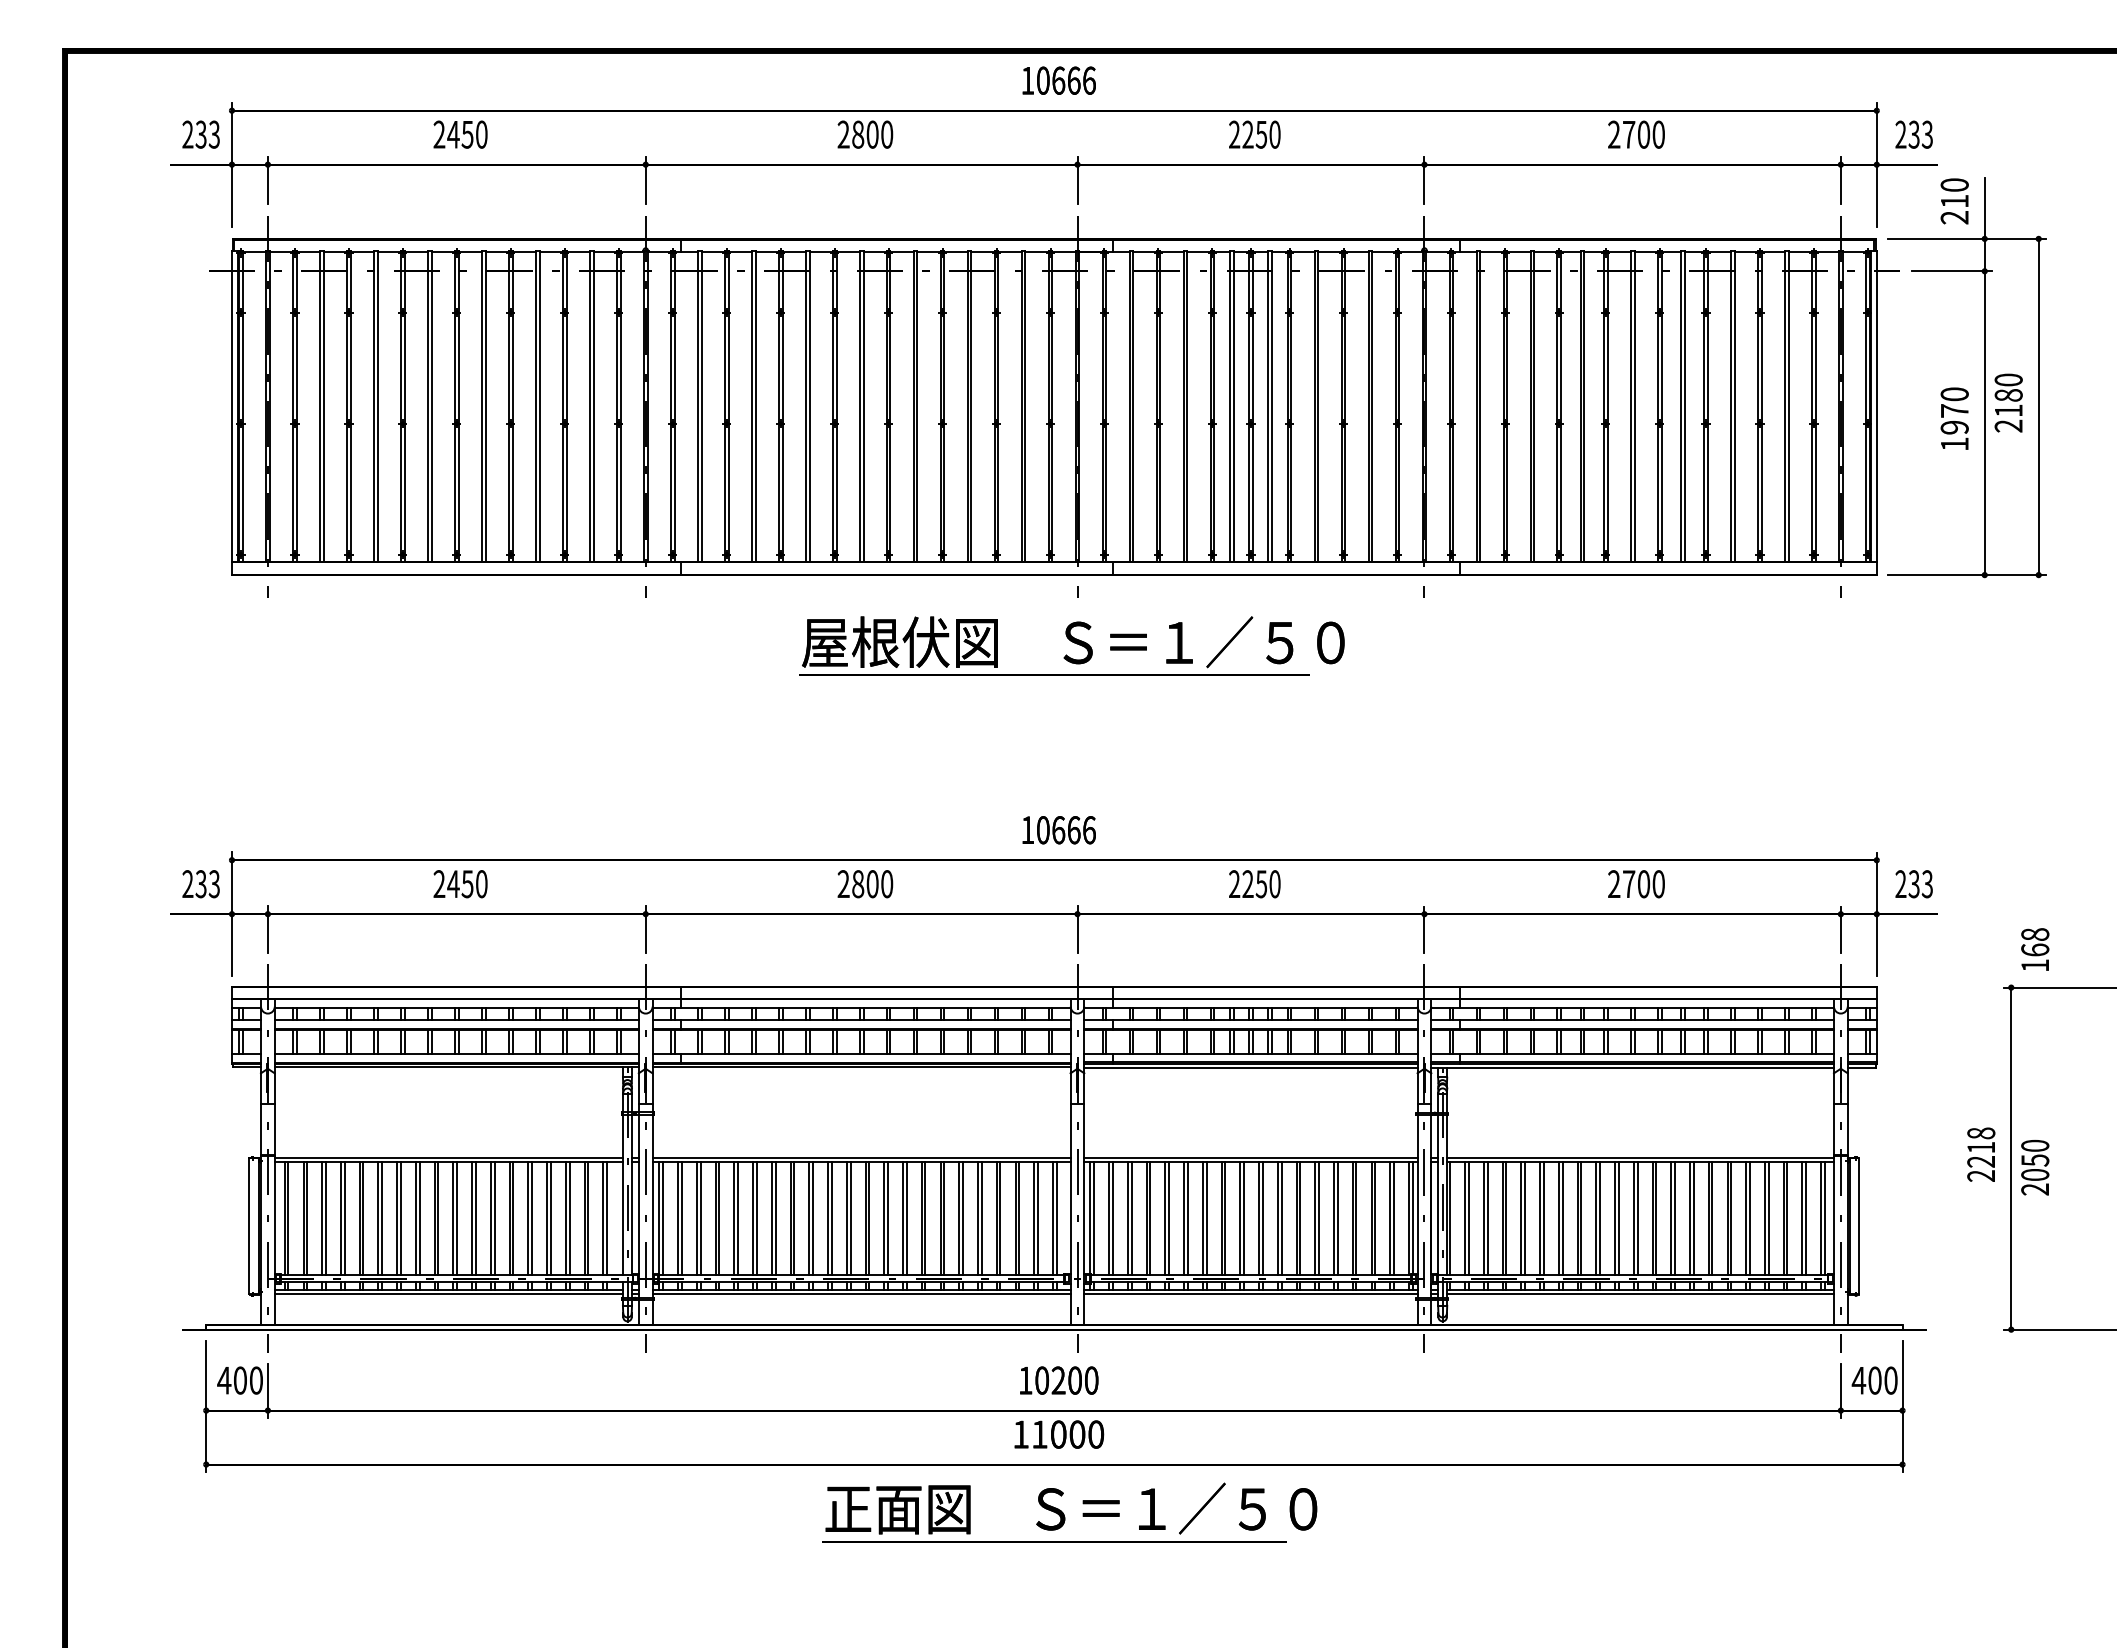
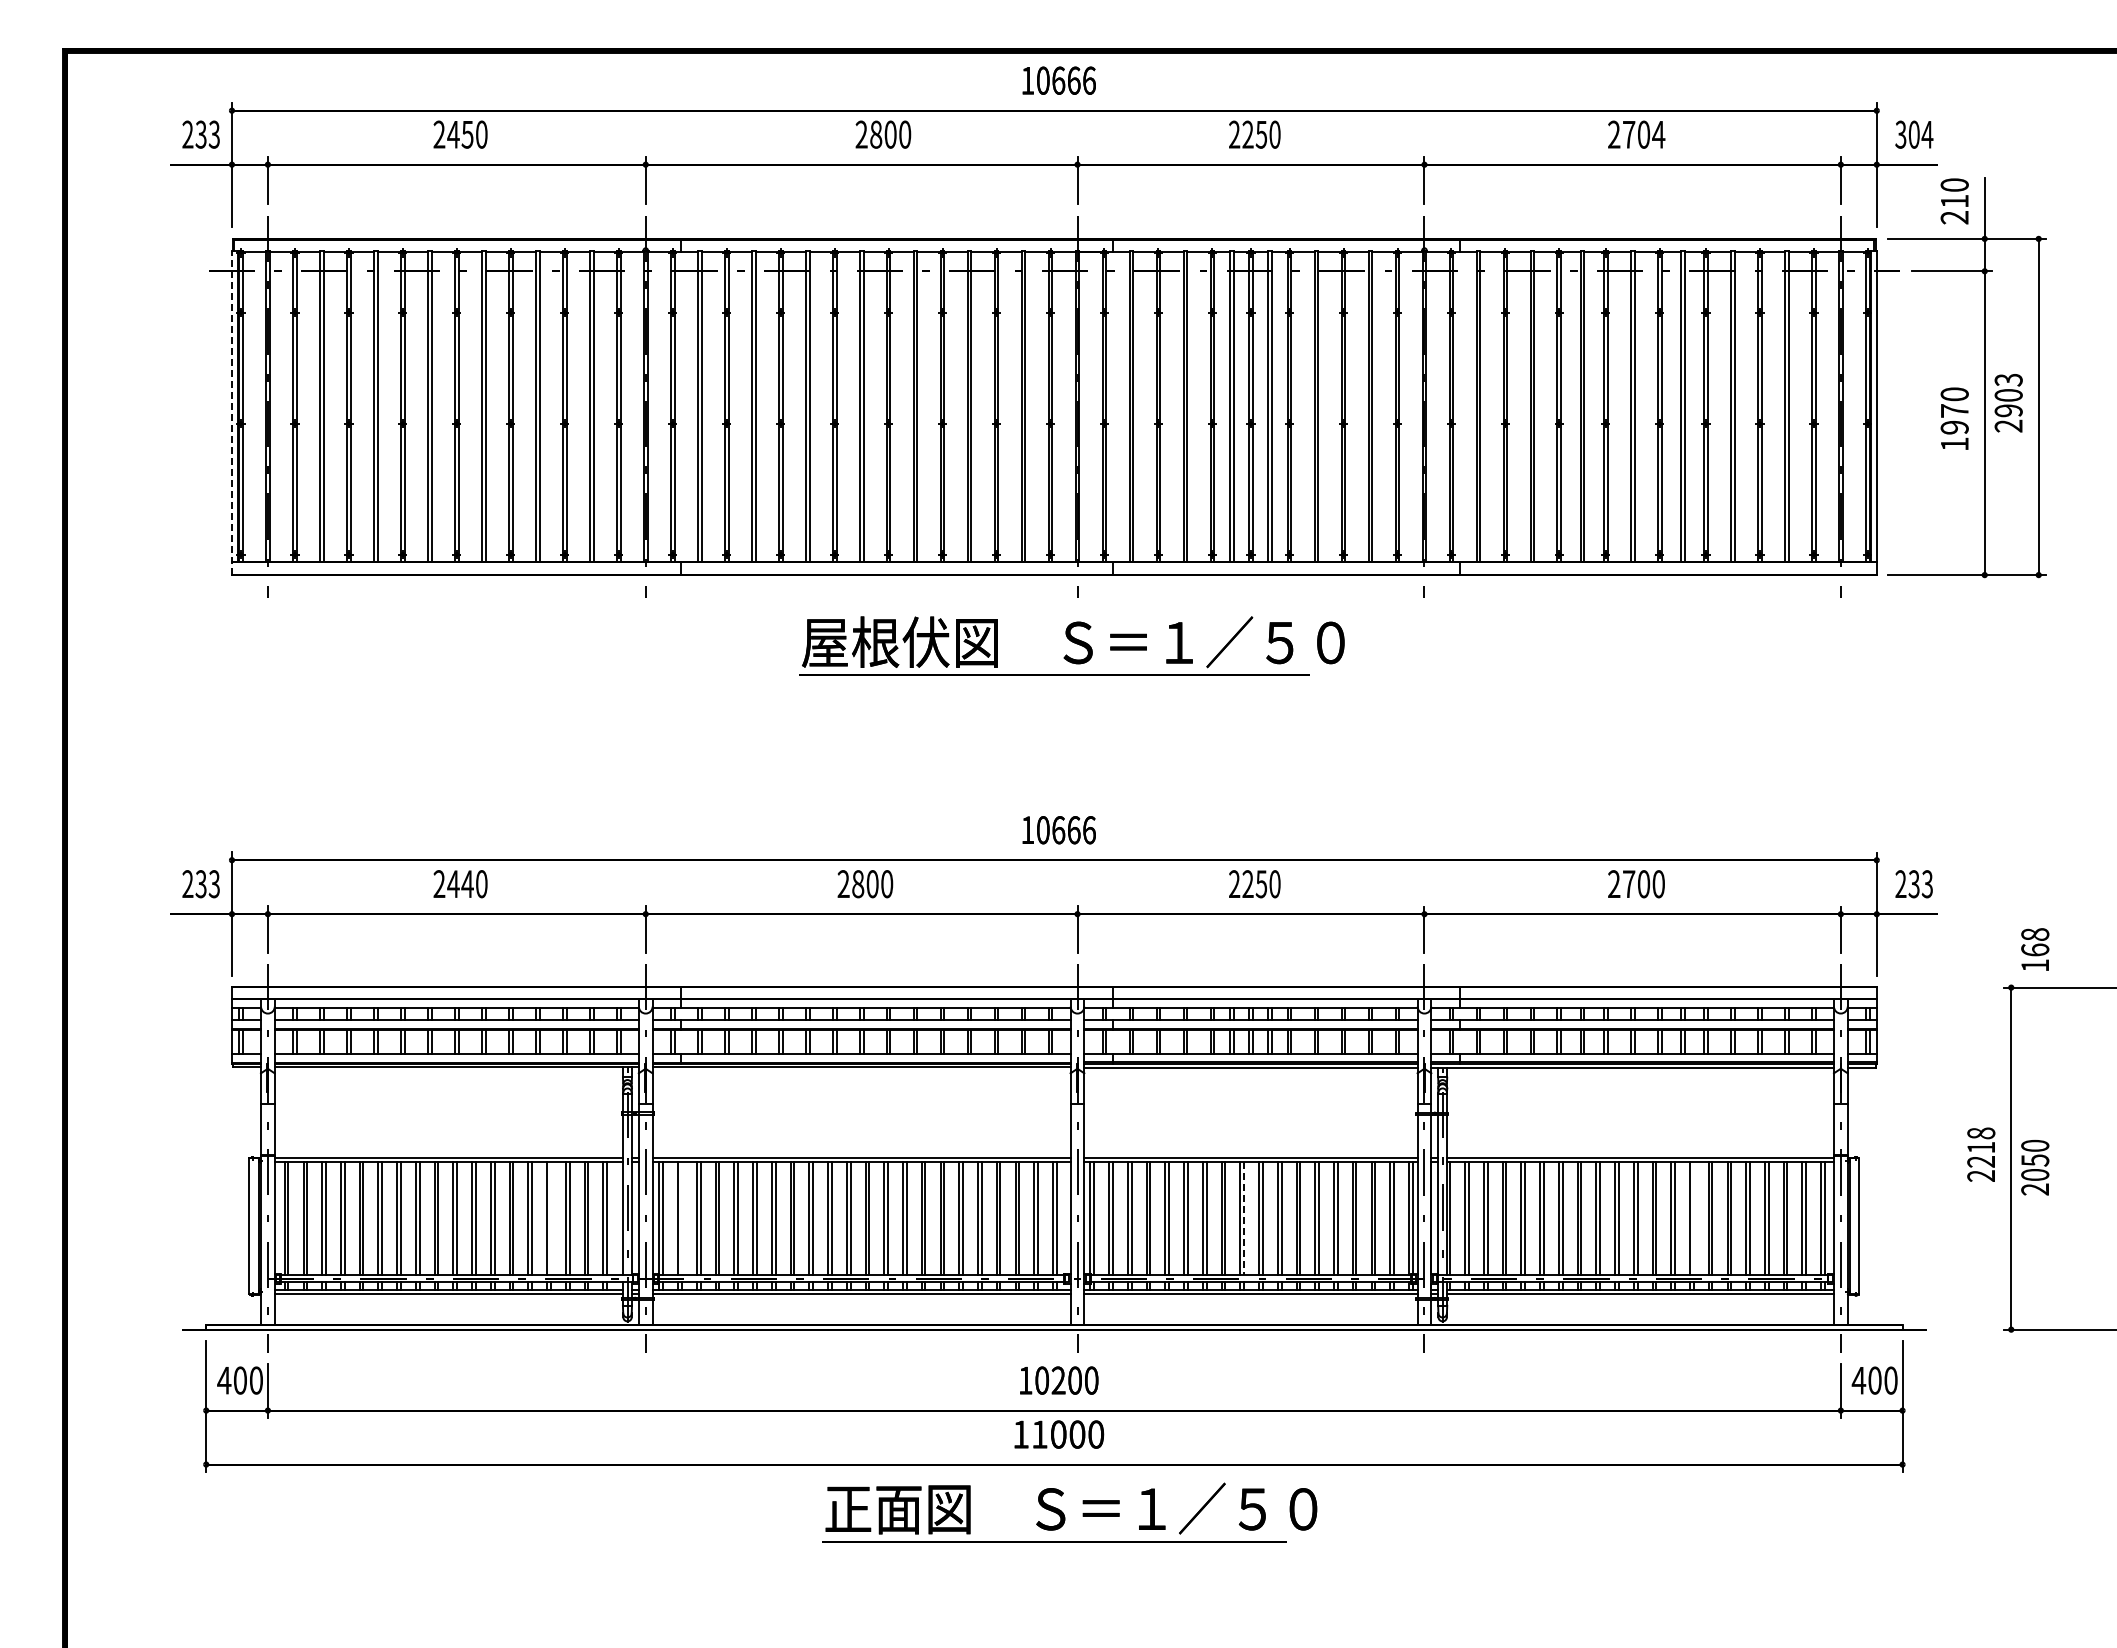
text at (865, 134) position: (865, 134) -> (883, 134)
text at (1658, 134): 2700 -> 2704
text at (1914, 134): 233 -> 304
text at (2008, 395): 2180 -> 2903
line at (231, 412): solid -> dashed
text at (467, 884): 2450 -> 2440
line at (550, 1218): present -> none
line at (681, 1218): present -> none
line at (1244, 1218): solid -> dashed
line at (1693, 1218): present -> none
